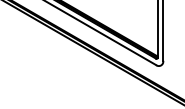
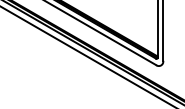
line at (87, 56): none -> present
